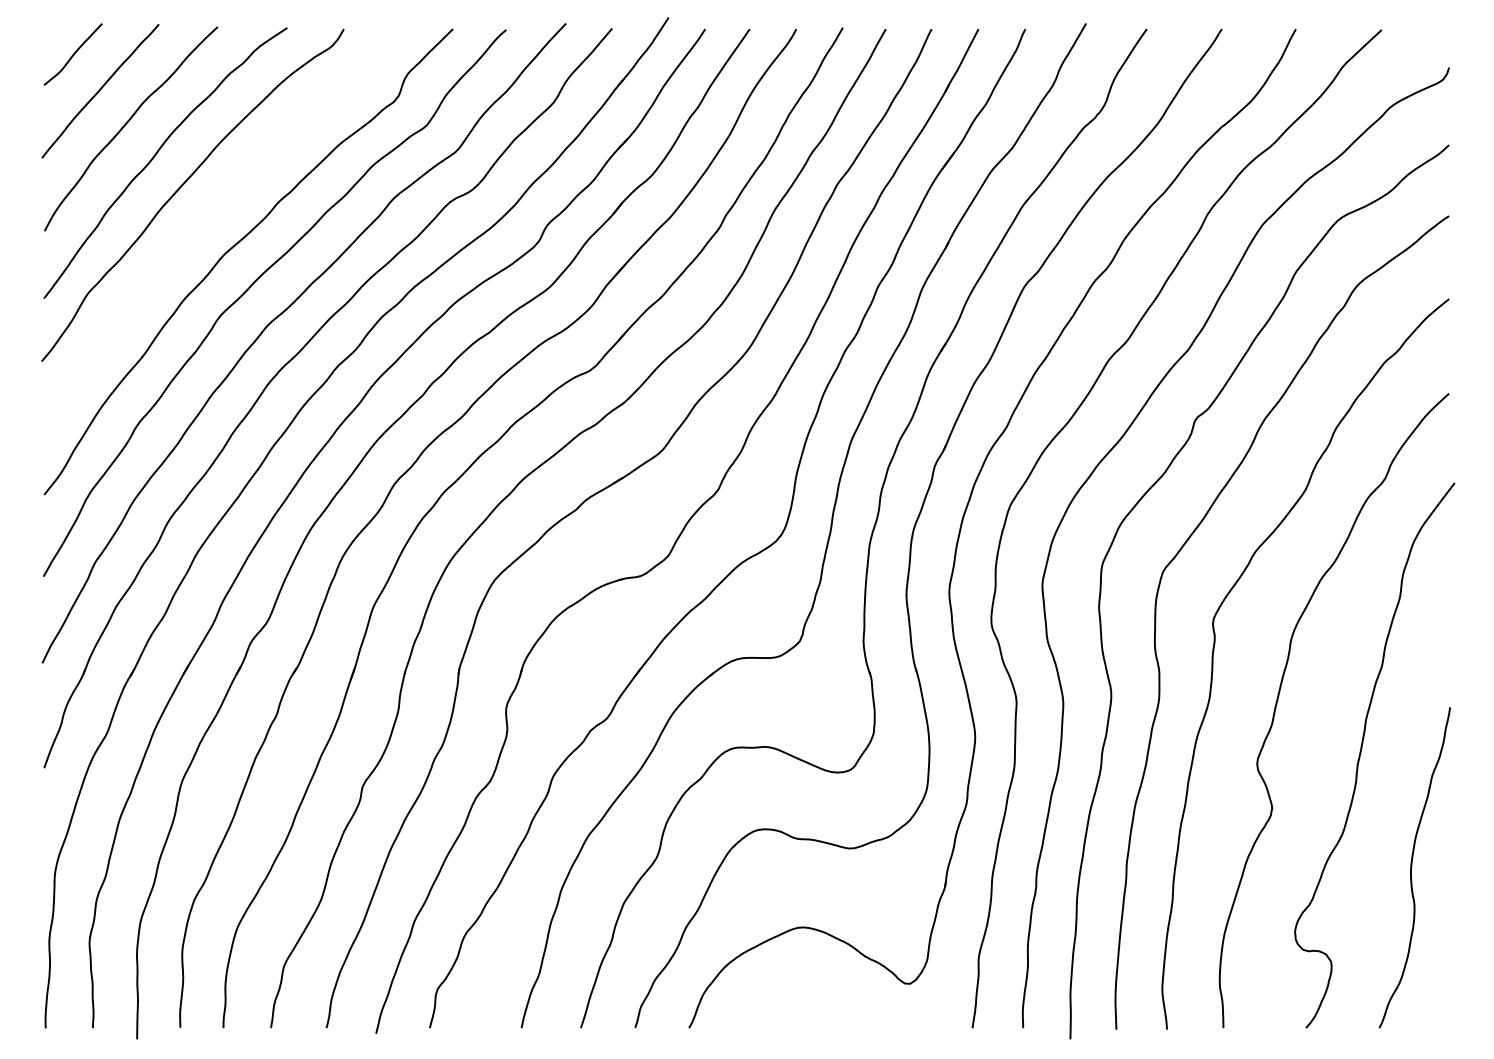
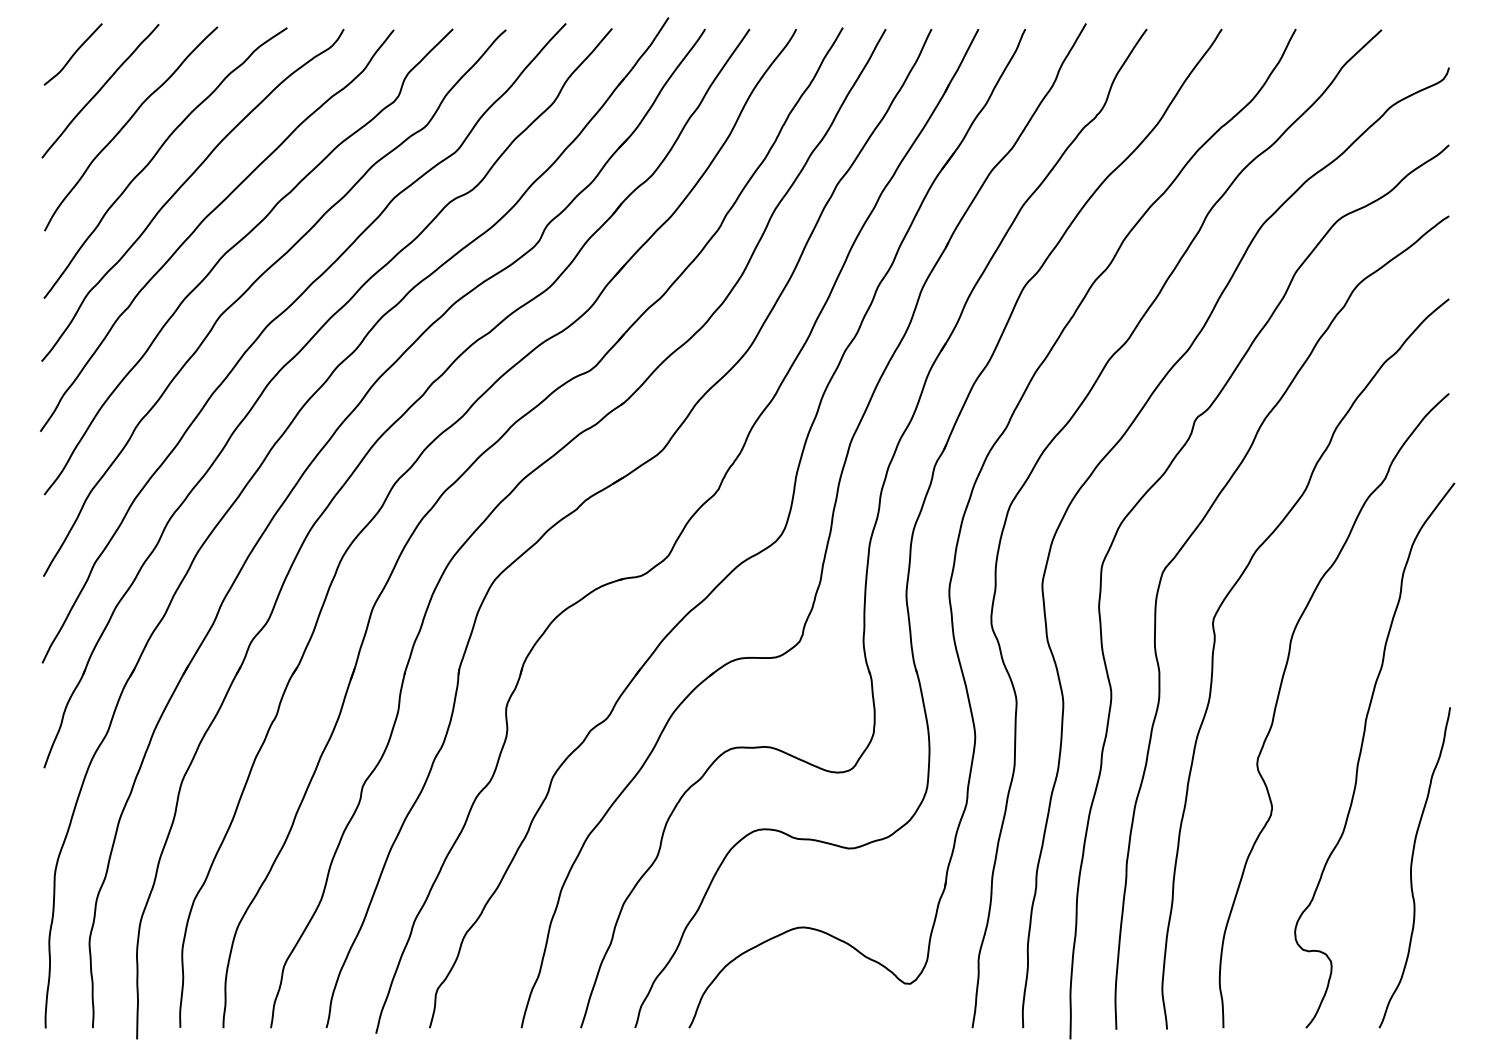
curve at (206, 218): none -> present
